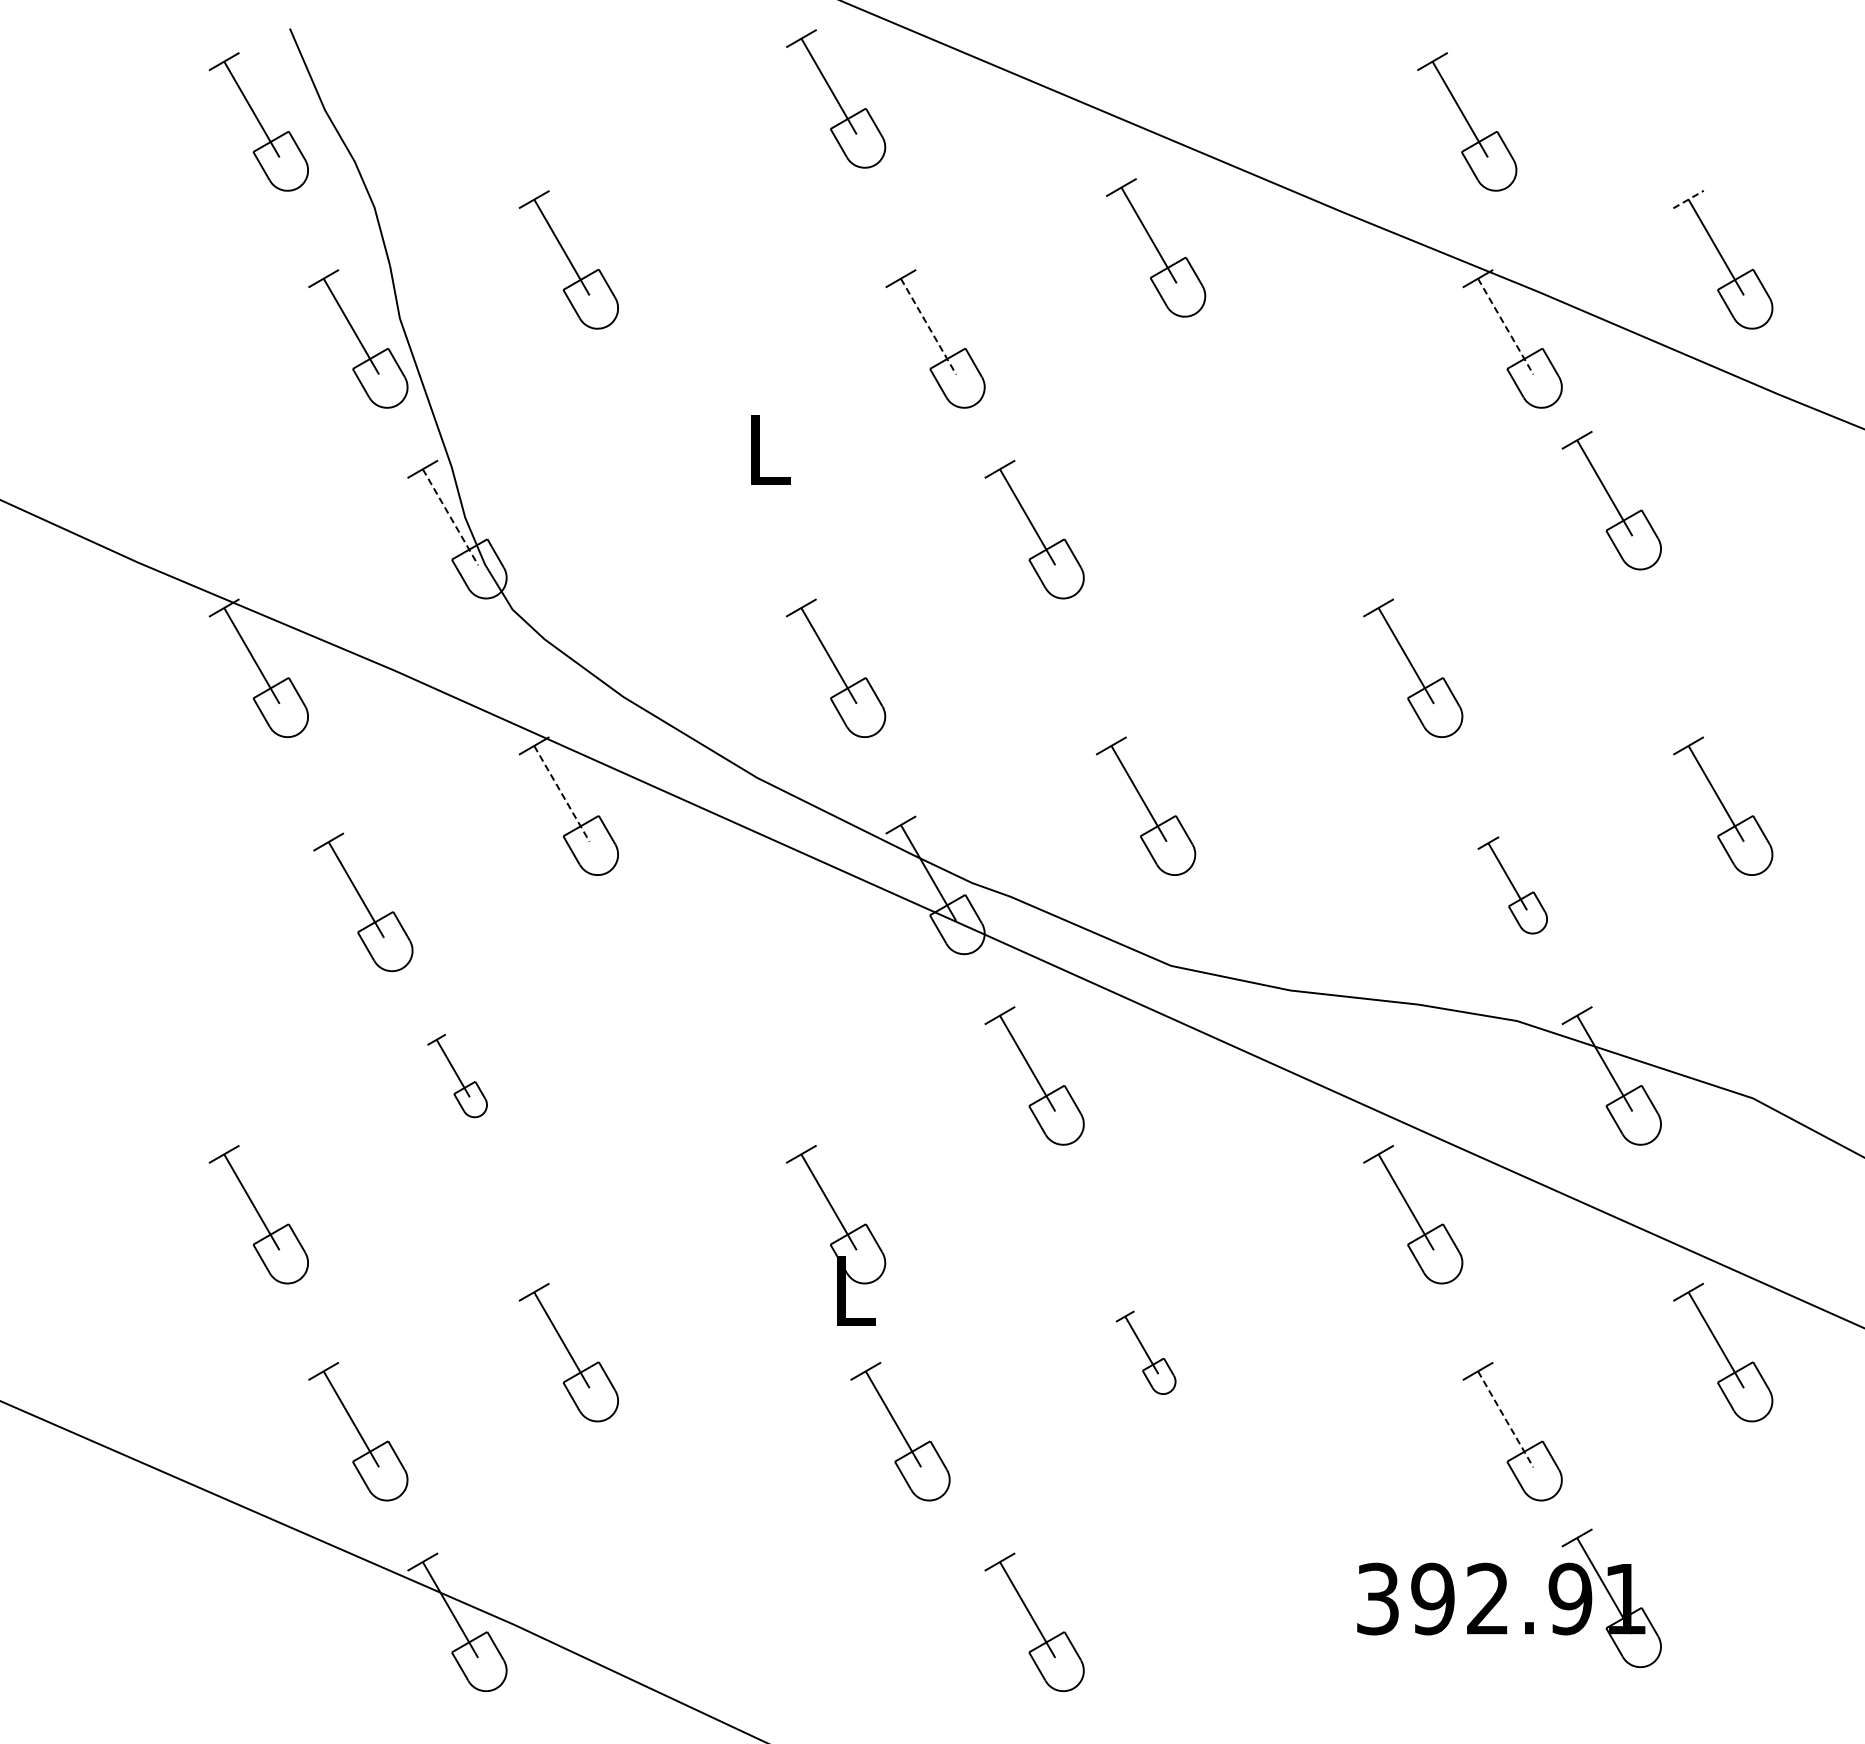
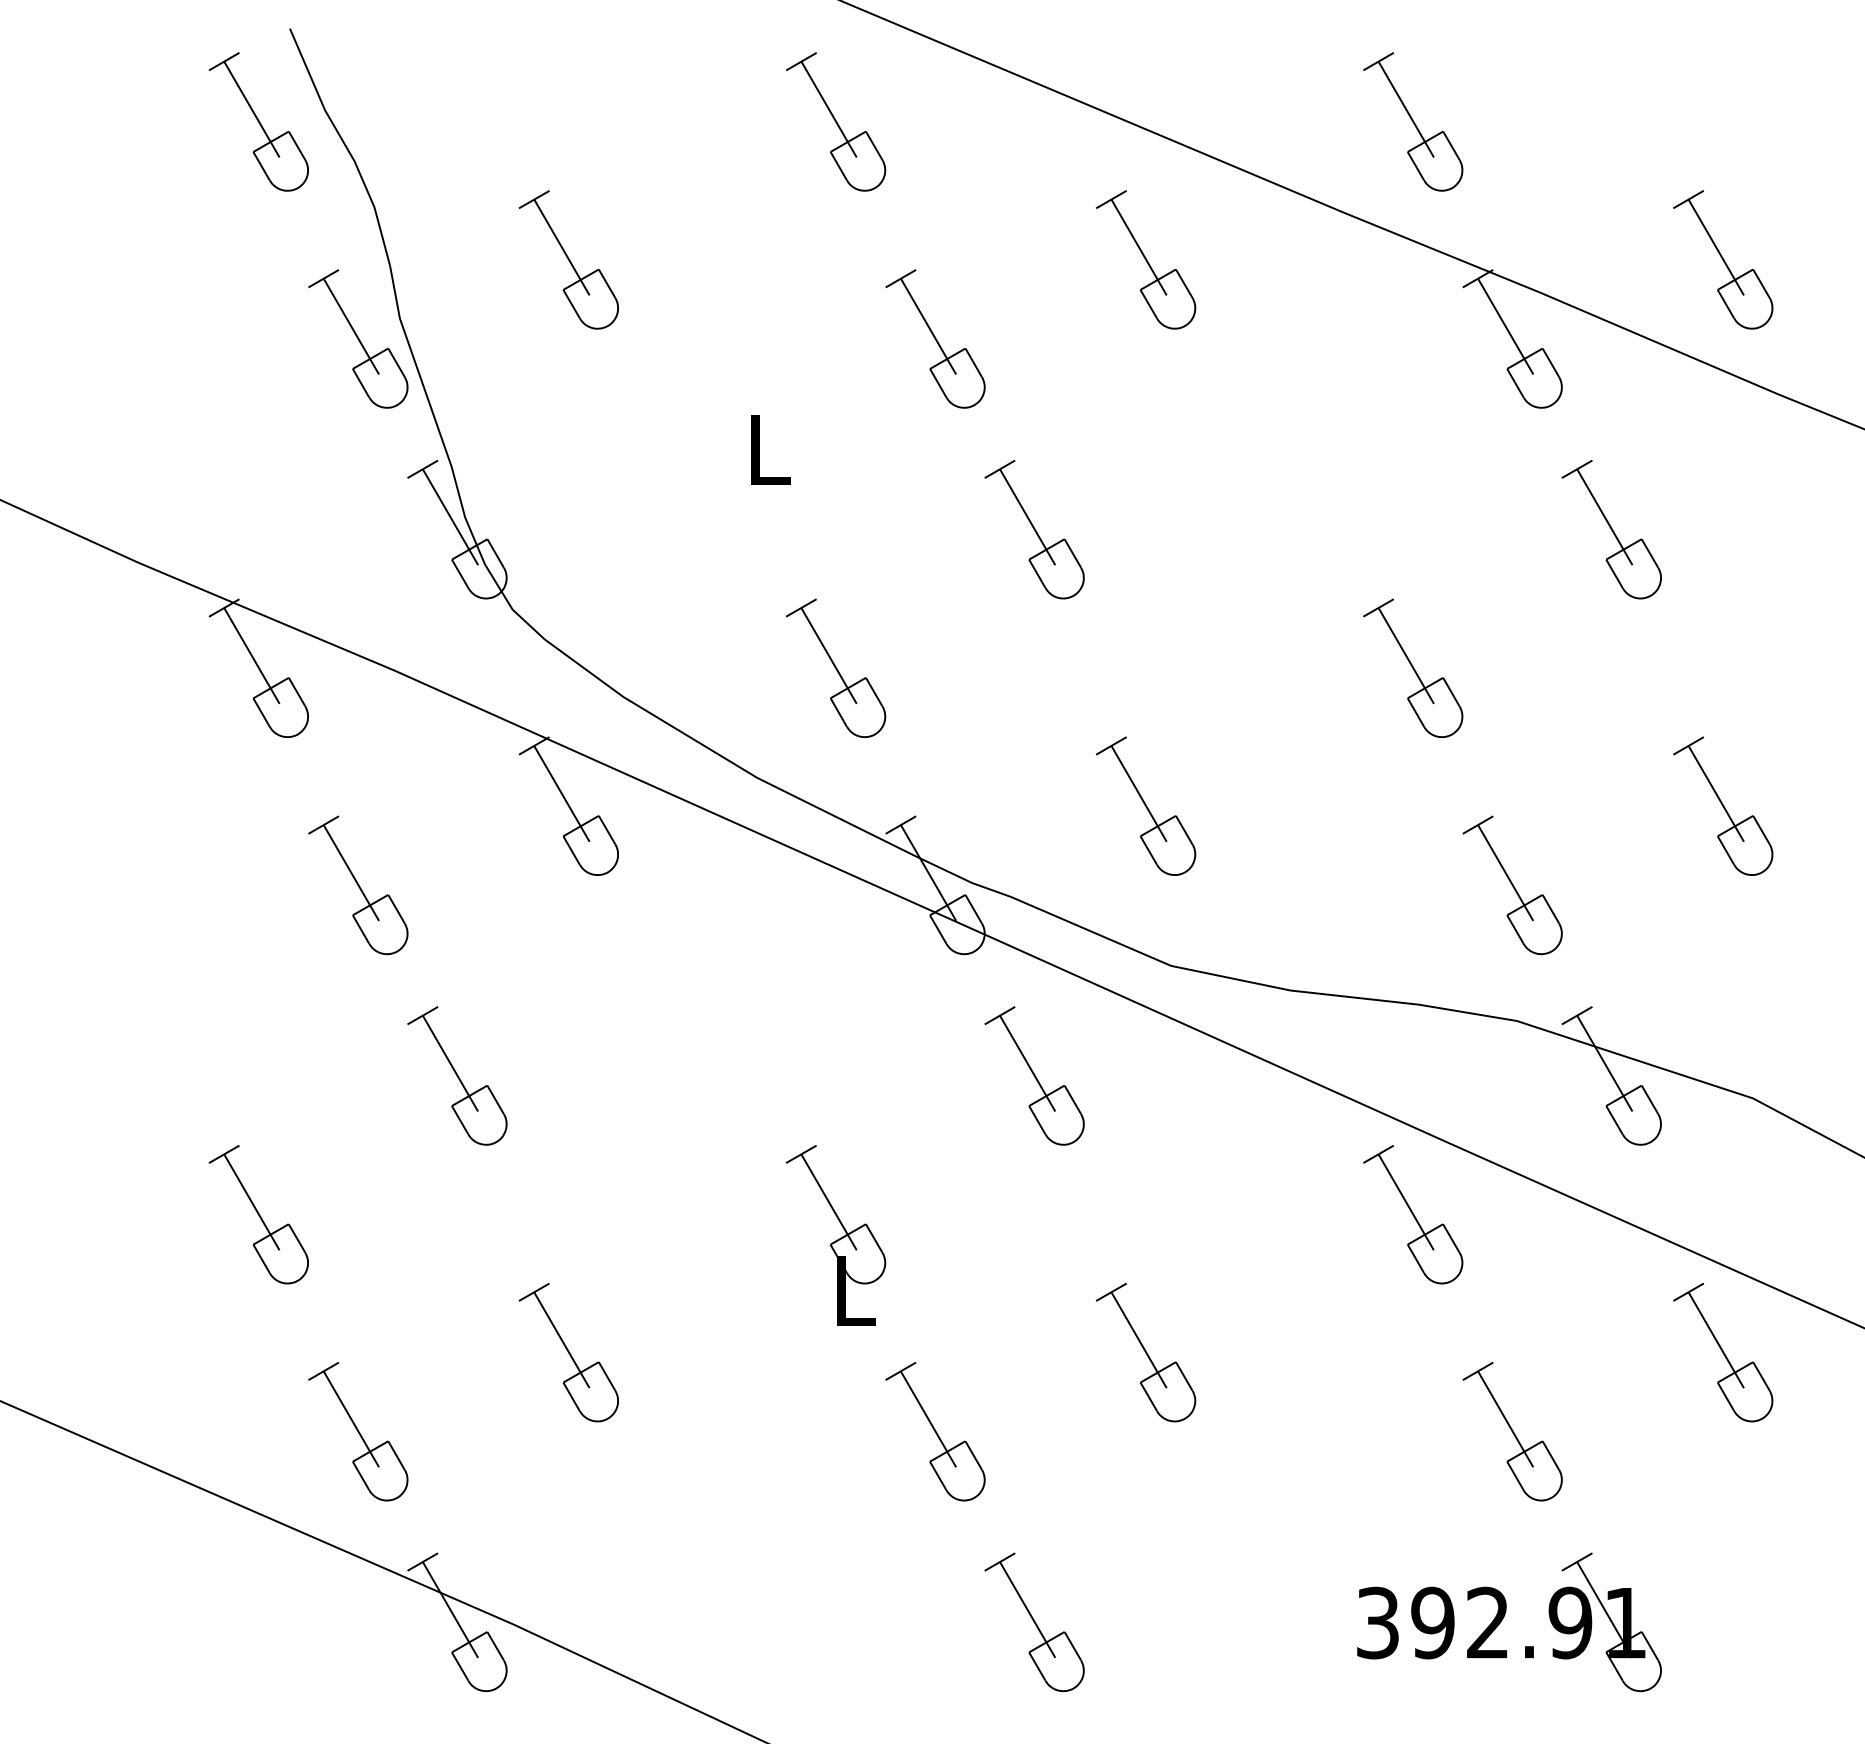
part at (836, 98) position: (836, 98) -> (836, 121)
part at (1467, 121) position: (1467, 121) -> (1413, 121)
line at (1688, 199): dashed -> solid
part at (1156, 247) position: (1156, 247) -> (1146, 259)
line at (928, 327): dashed -> solid
line at (1505, 327): dashed -> solid
part at (1611, 500) position: (1611, 500) -> (1611, 529)
line at (450, 517): dashed -> solid
line at (562, 794): dashed -> solid
part at (1512, 885) size: 71x99 px -> 101x141 px
part at (363, 902) position: (363, 902) -> (358, 885)
part at (457, 1076) size: 61x85 px -> 101x140 px
part at (1145, 1352) size: 62x85 px -> 102x140 px
line at (1505, 1419): dashed -> solid
part at (900, 1431) position: (900, 1431) -> (935, 1431)
part at (1504, 1593) position: (1504, 1593) -> (1504, 1617)
